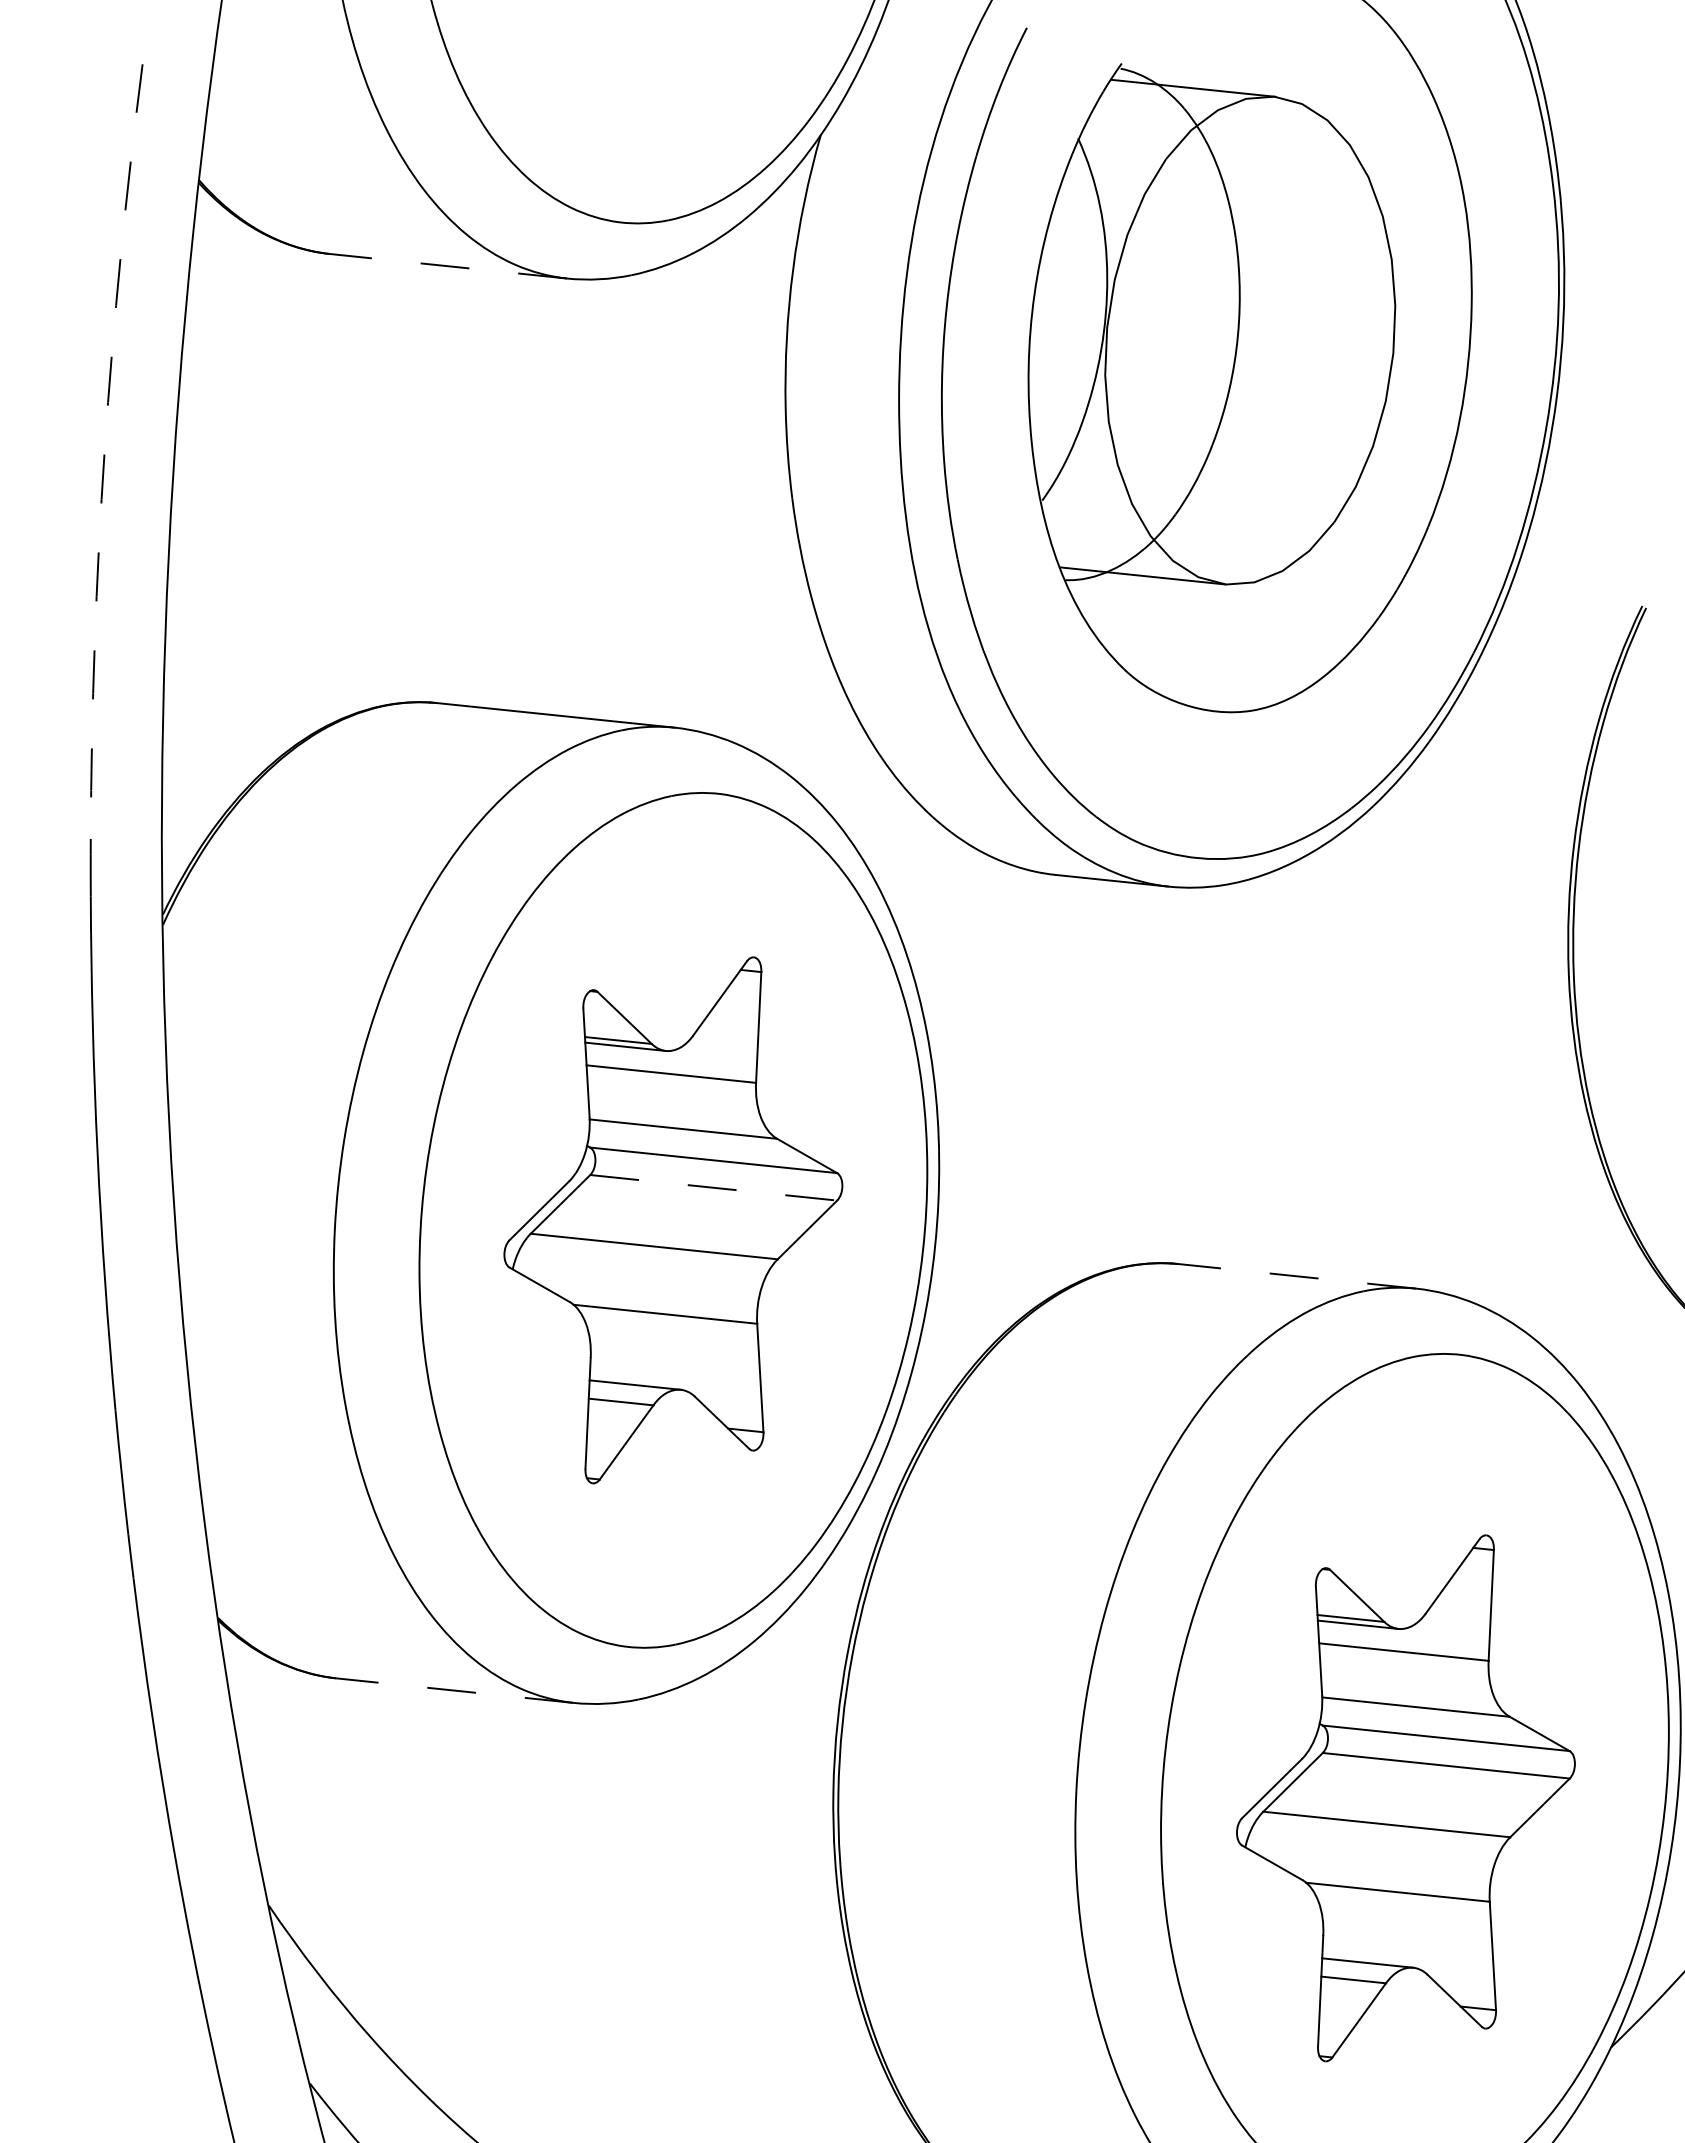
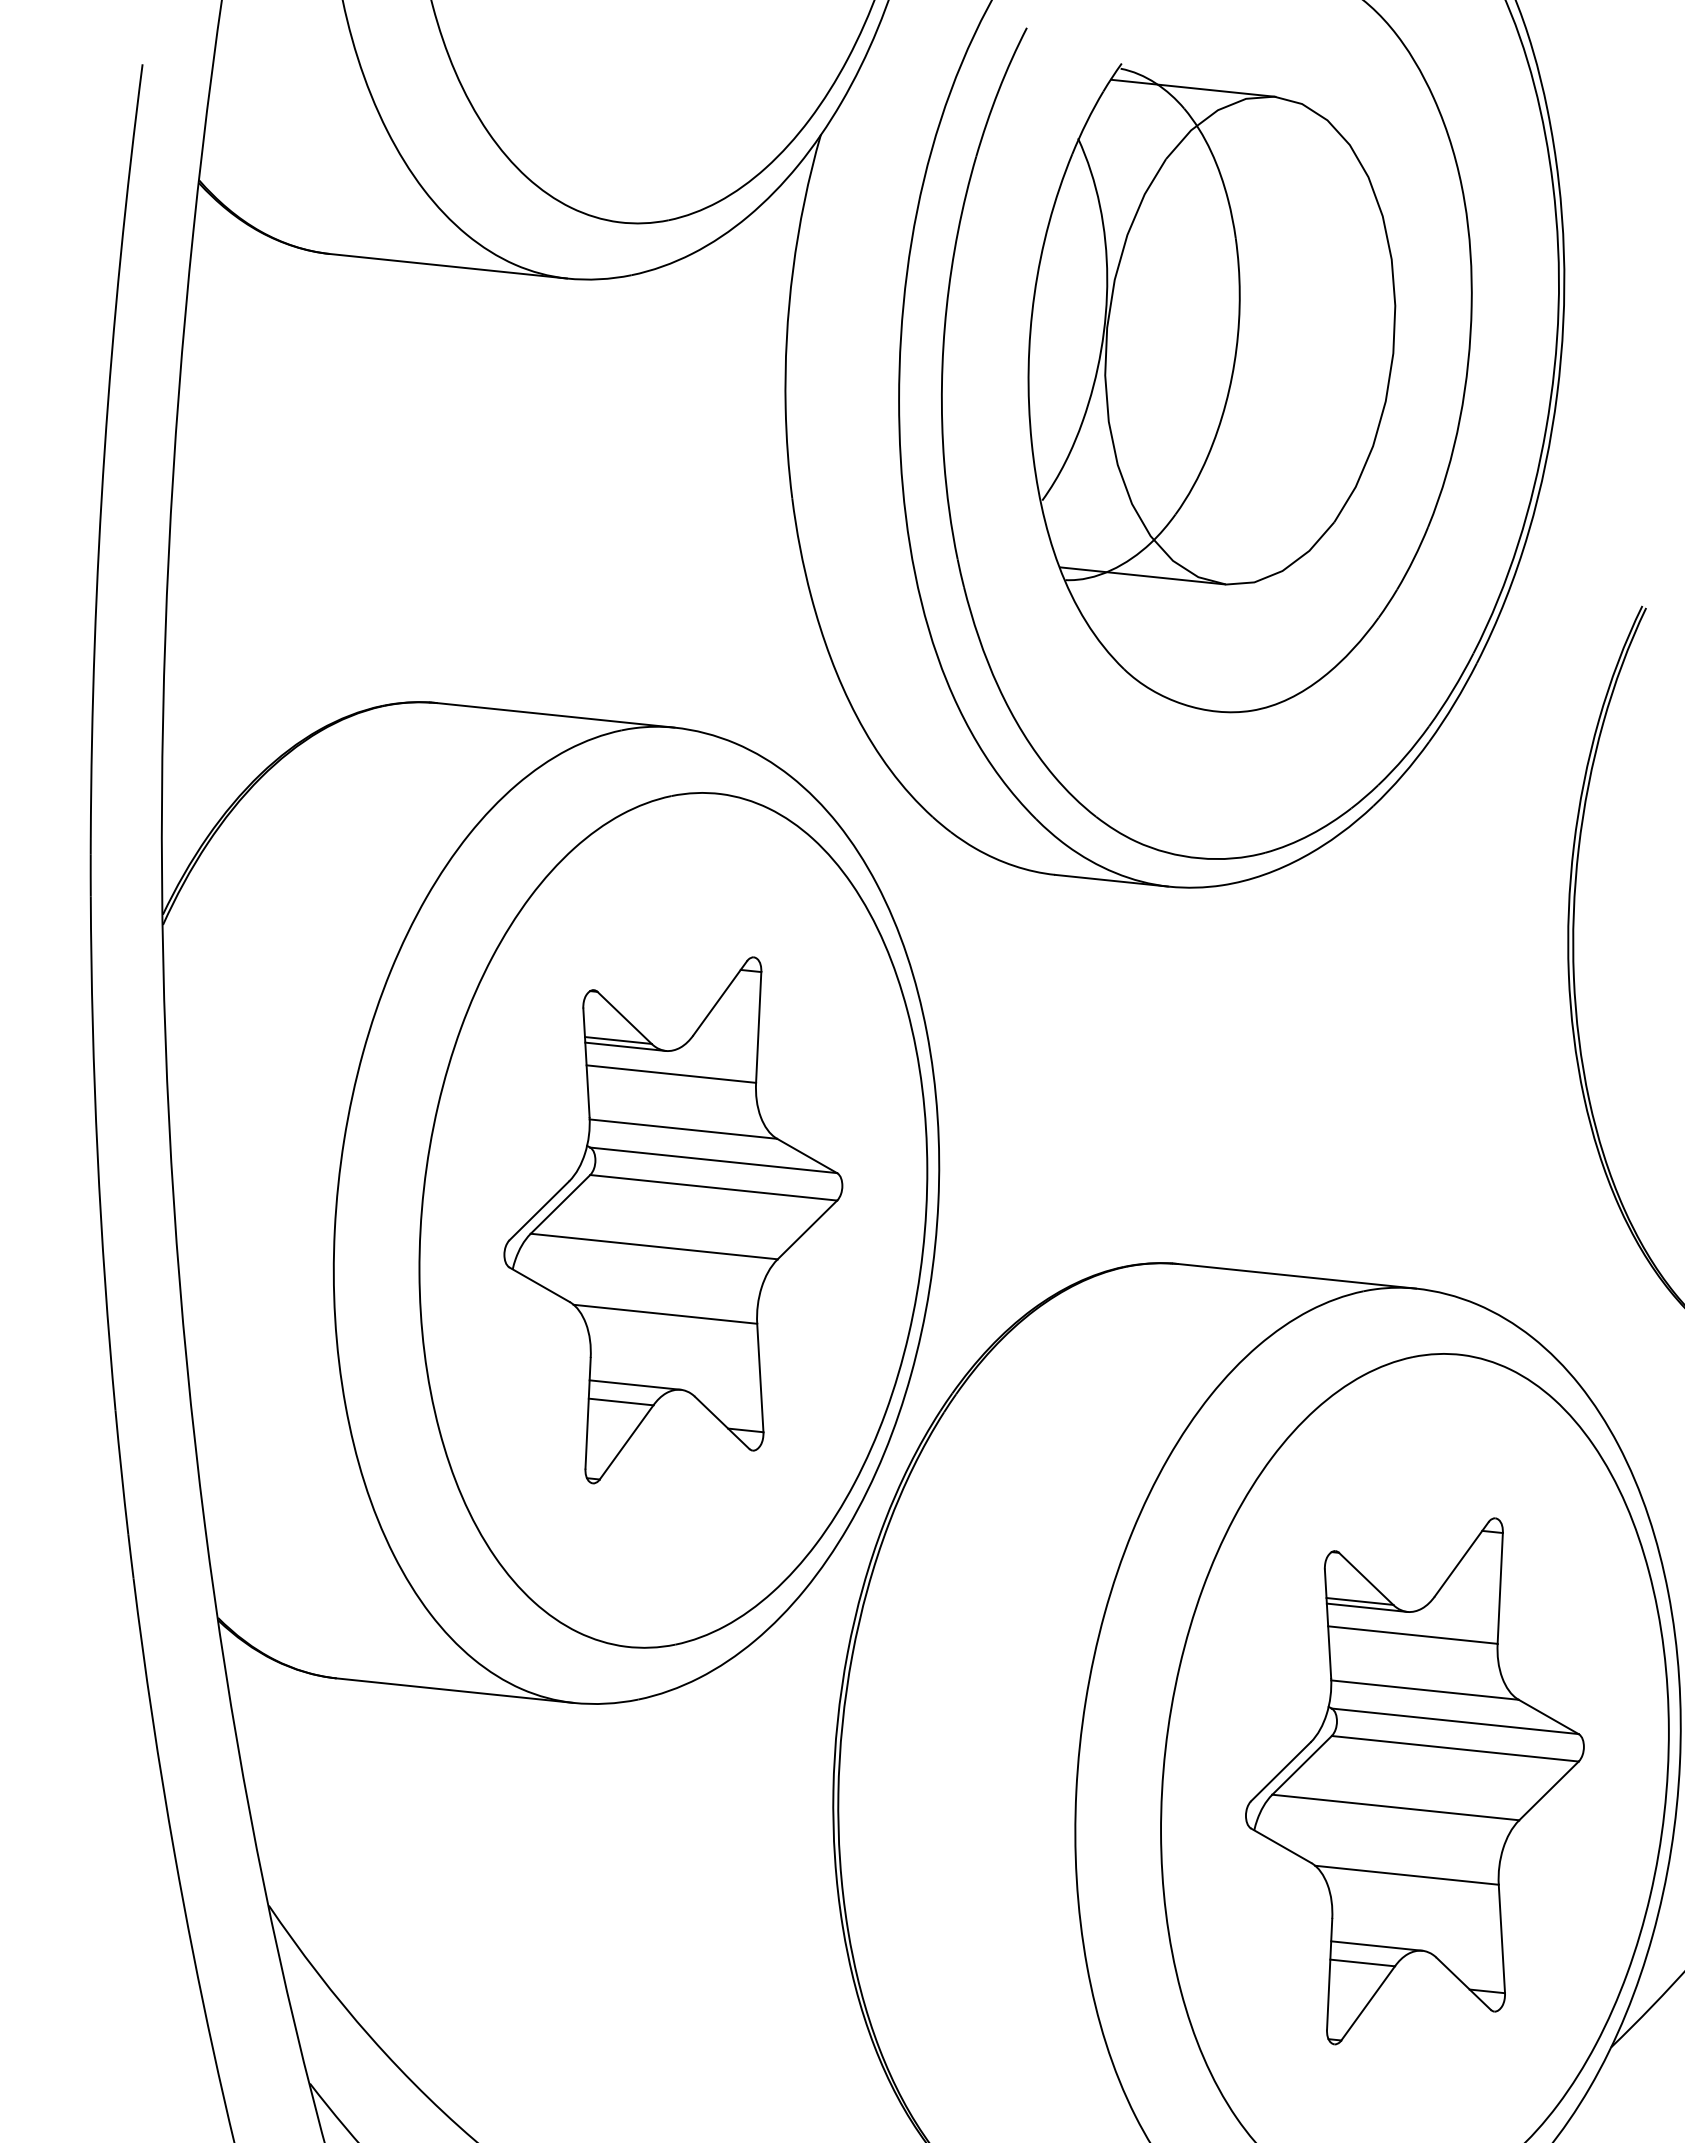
line at (447, 266): dashed -> solid
arc at (104, 450): dashed -> solid
line at (714, 1187): dashed -> solid
line at (1296, 1276): dashed -> solid
line at (454, 1690): dashed -> solid
part at (1405, 1798) position: (1405, 1798) -> (1414, 1781)
